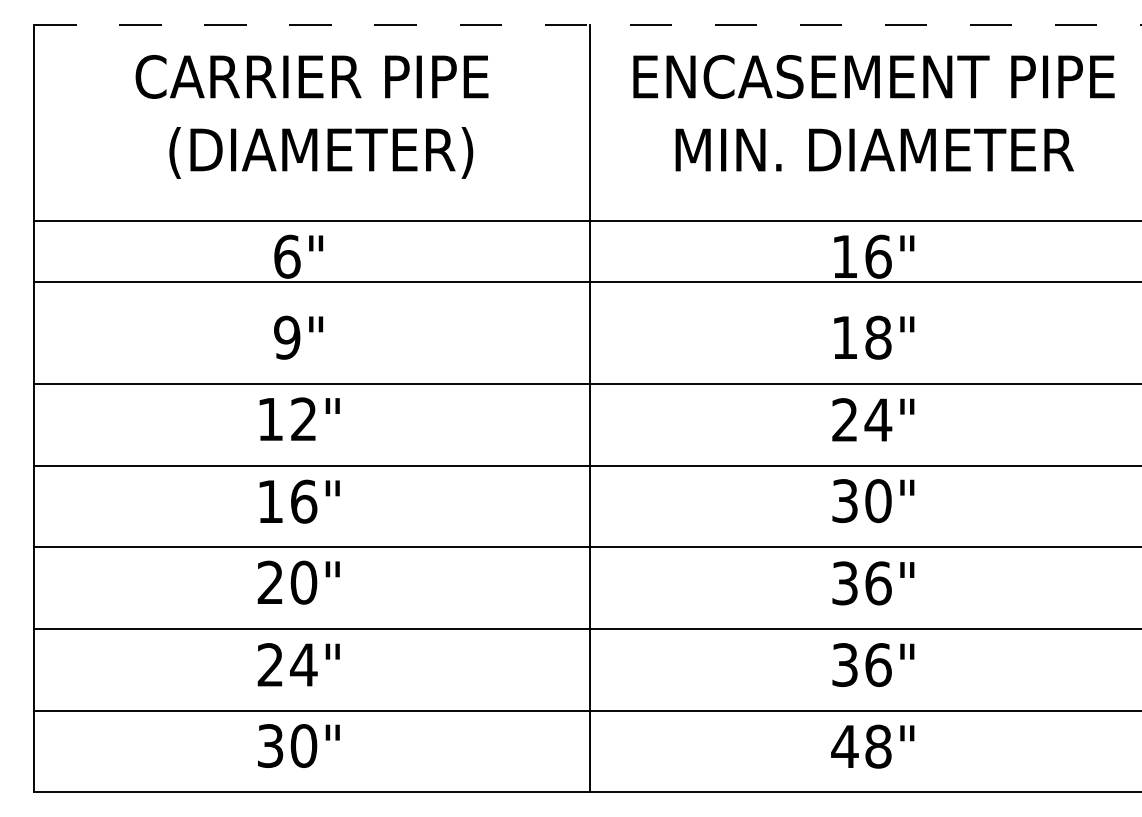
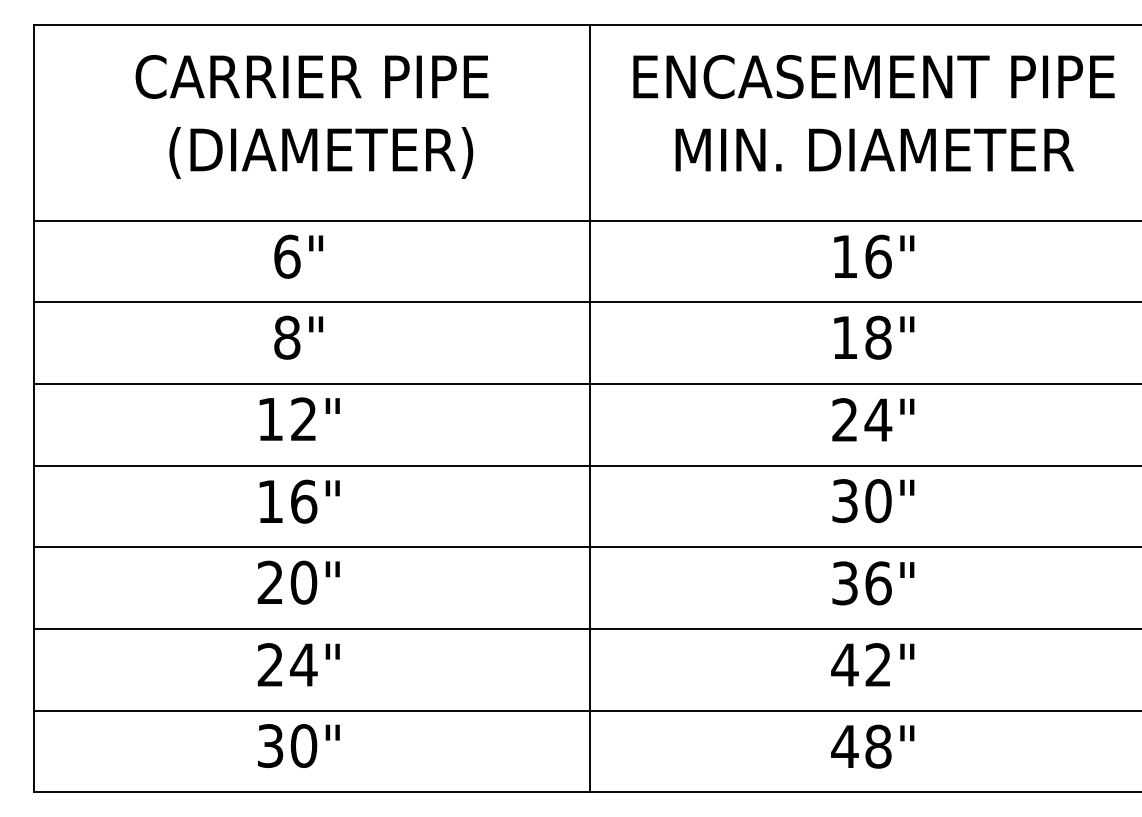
line at (588, 24): dashed -> solid
line at (586, 282) position: (586, 282) -> (586, 302)
text at (287, 337): 9" -> 8"
text at (861, 665): 36" -> 42"
